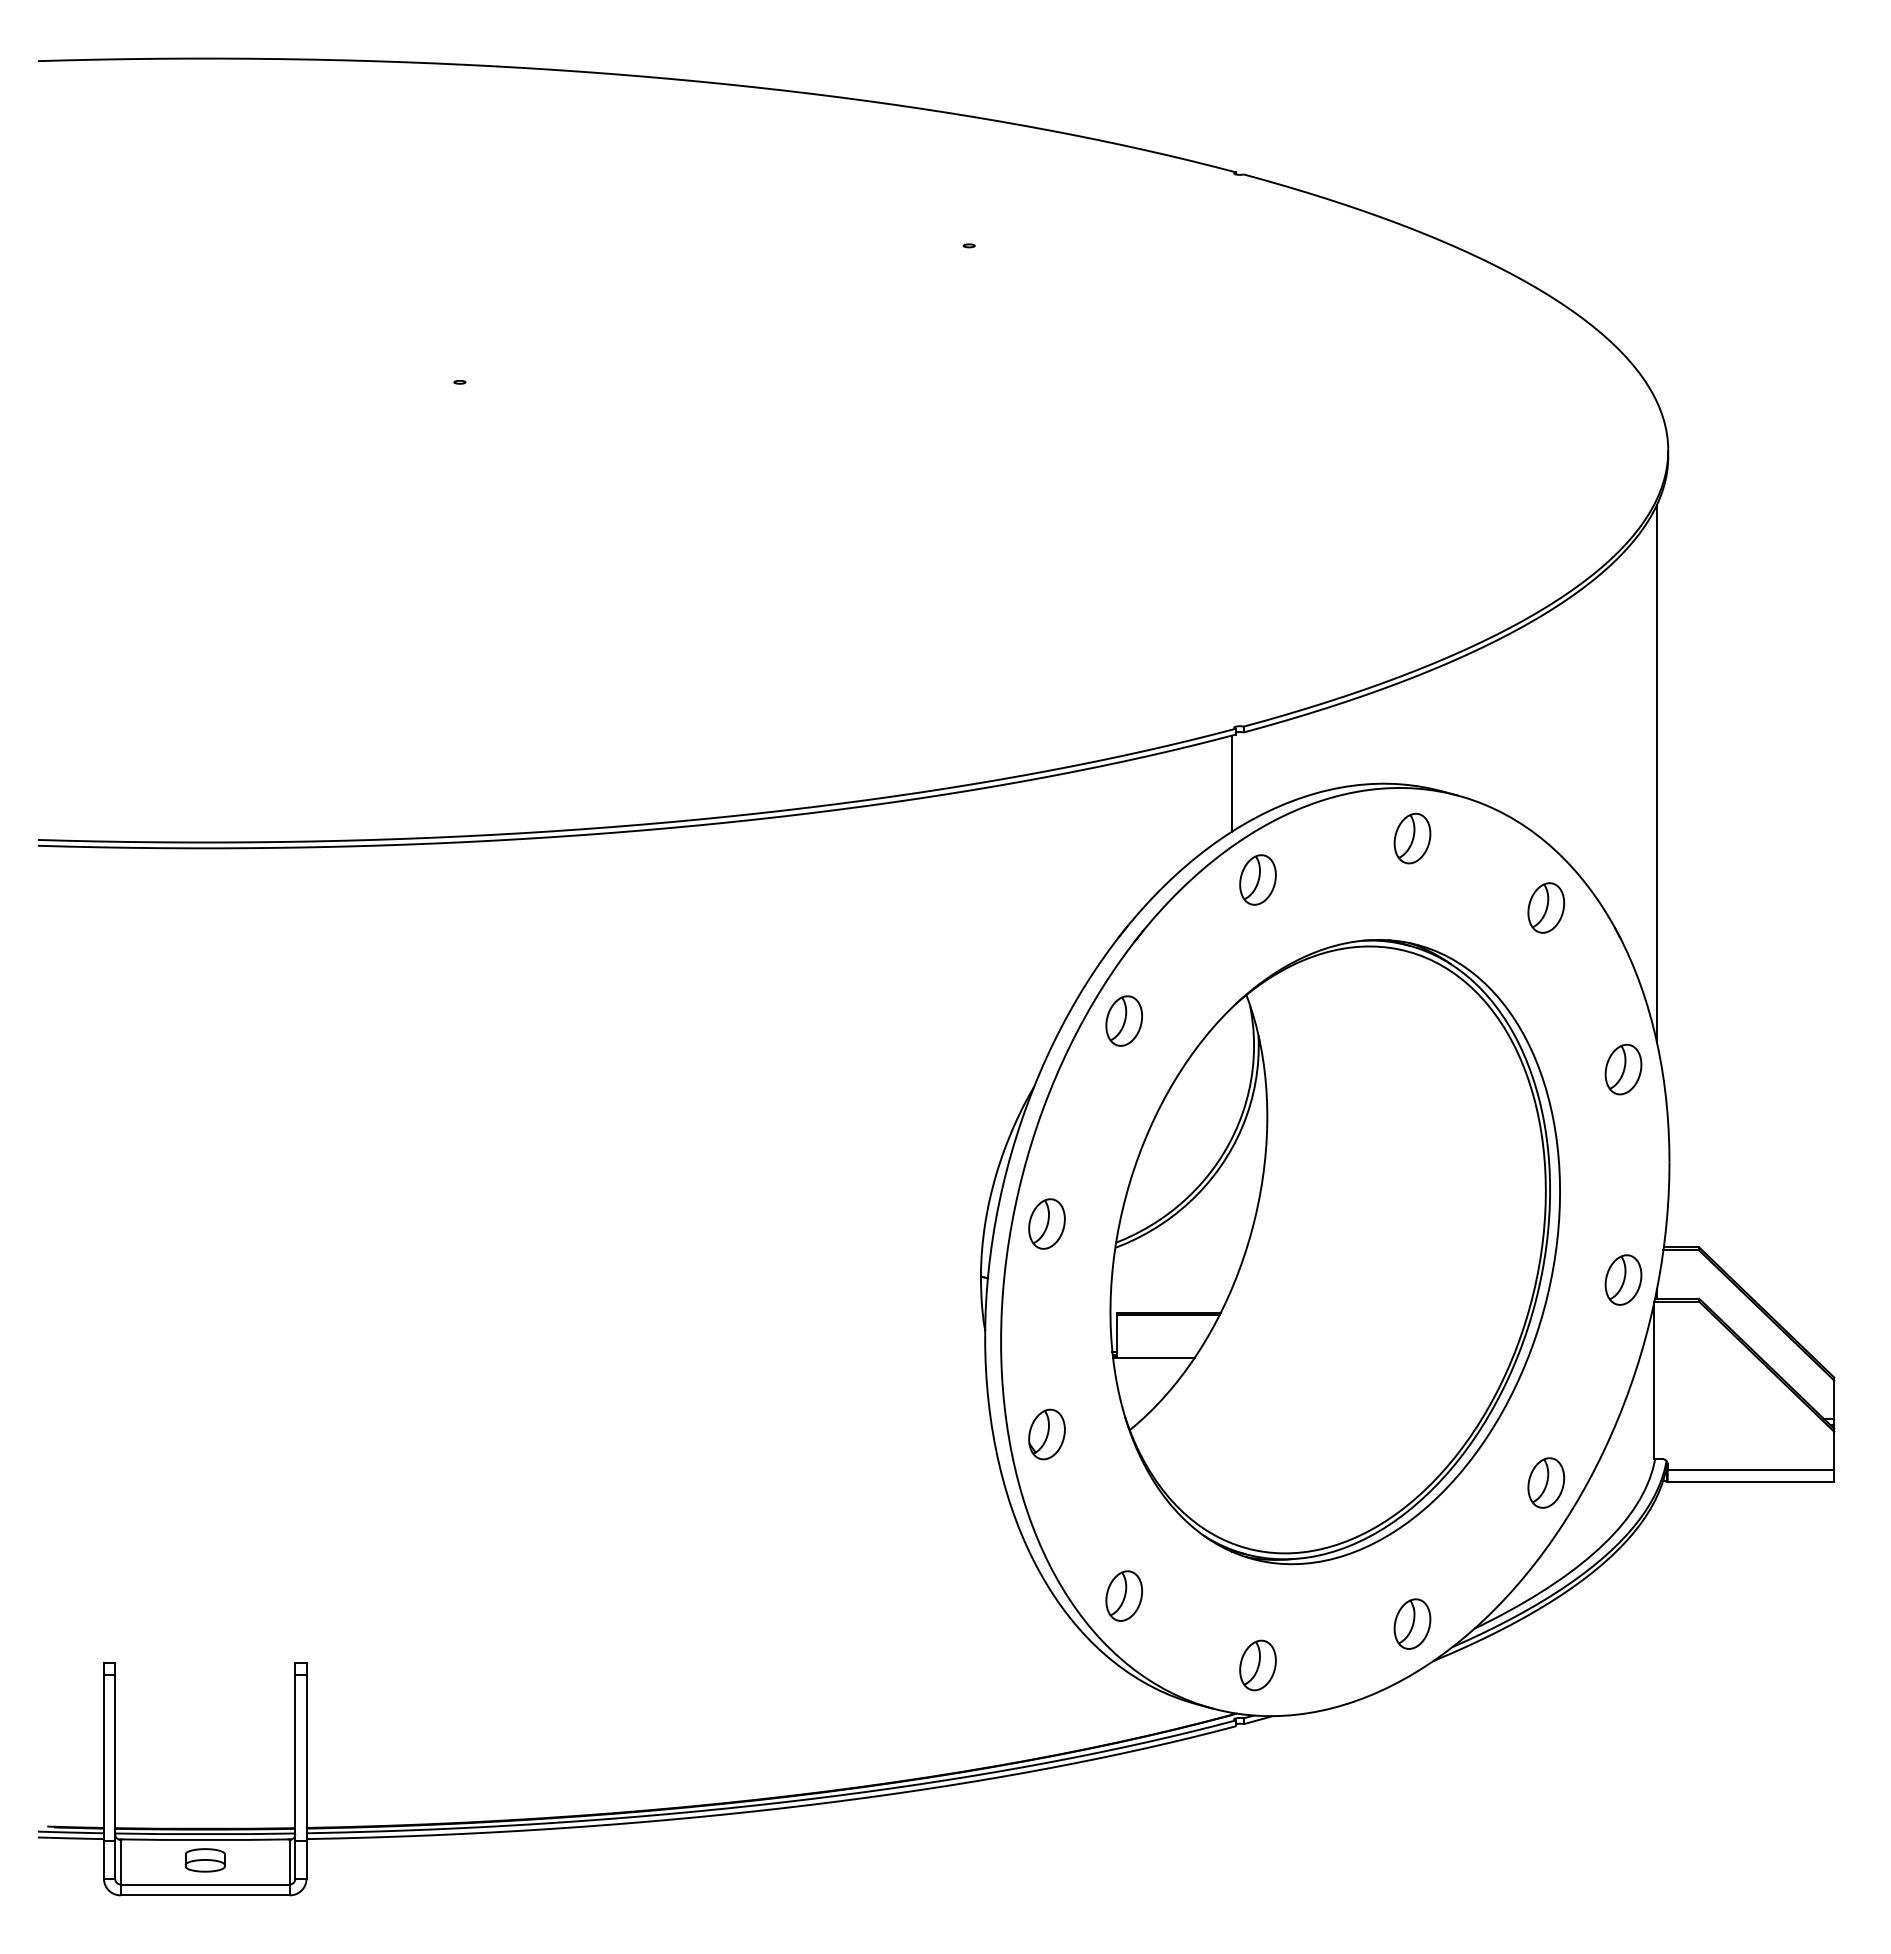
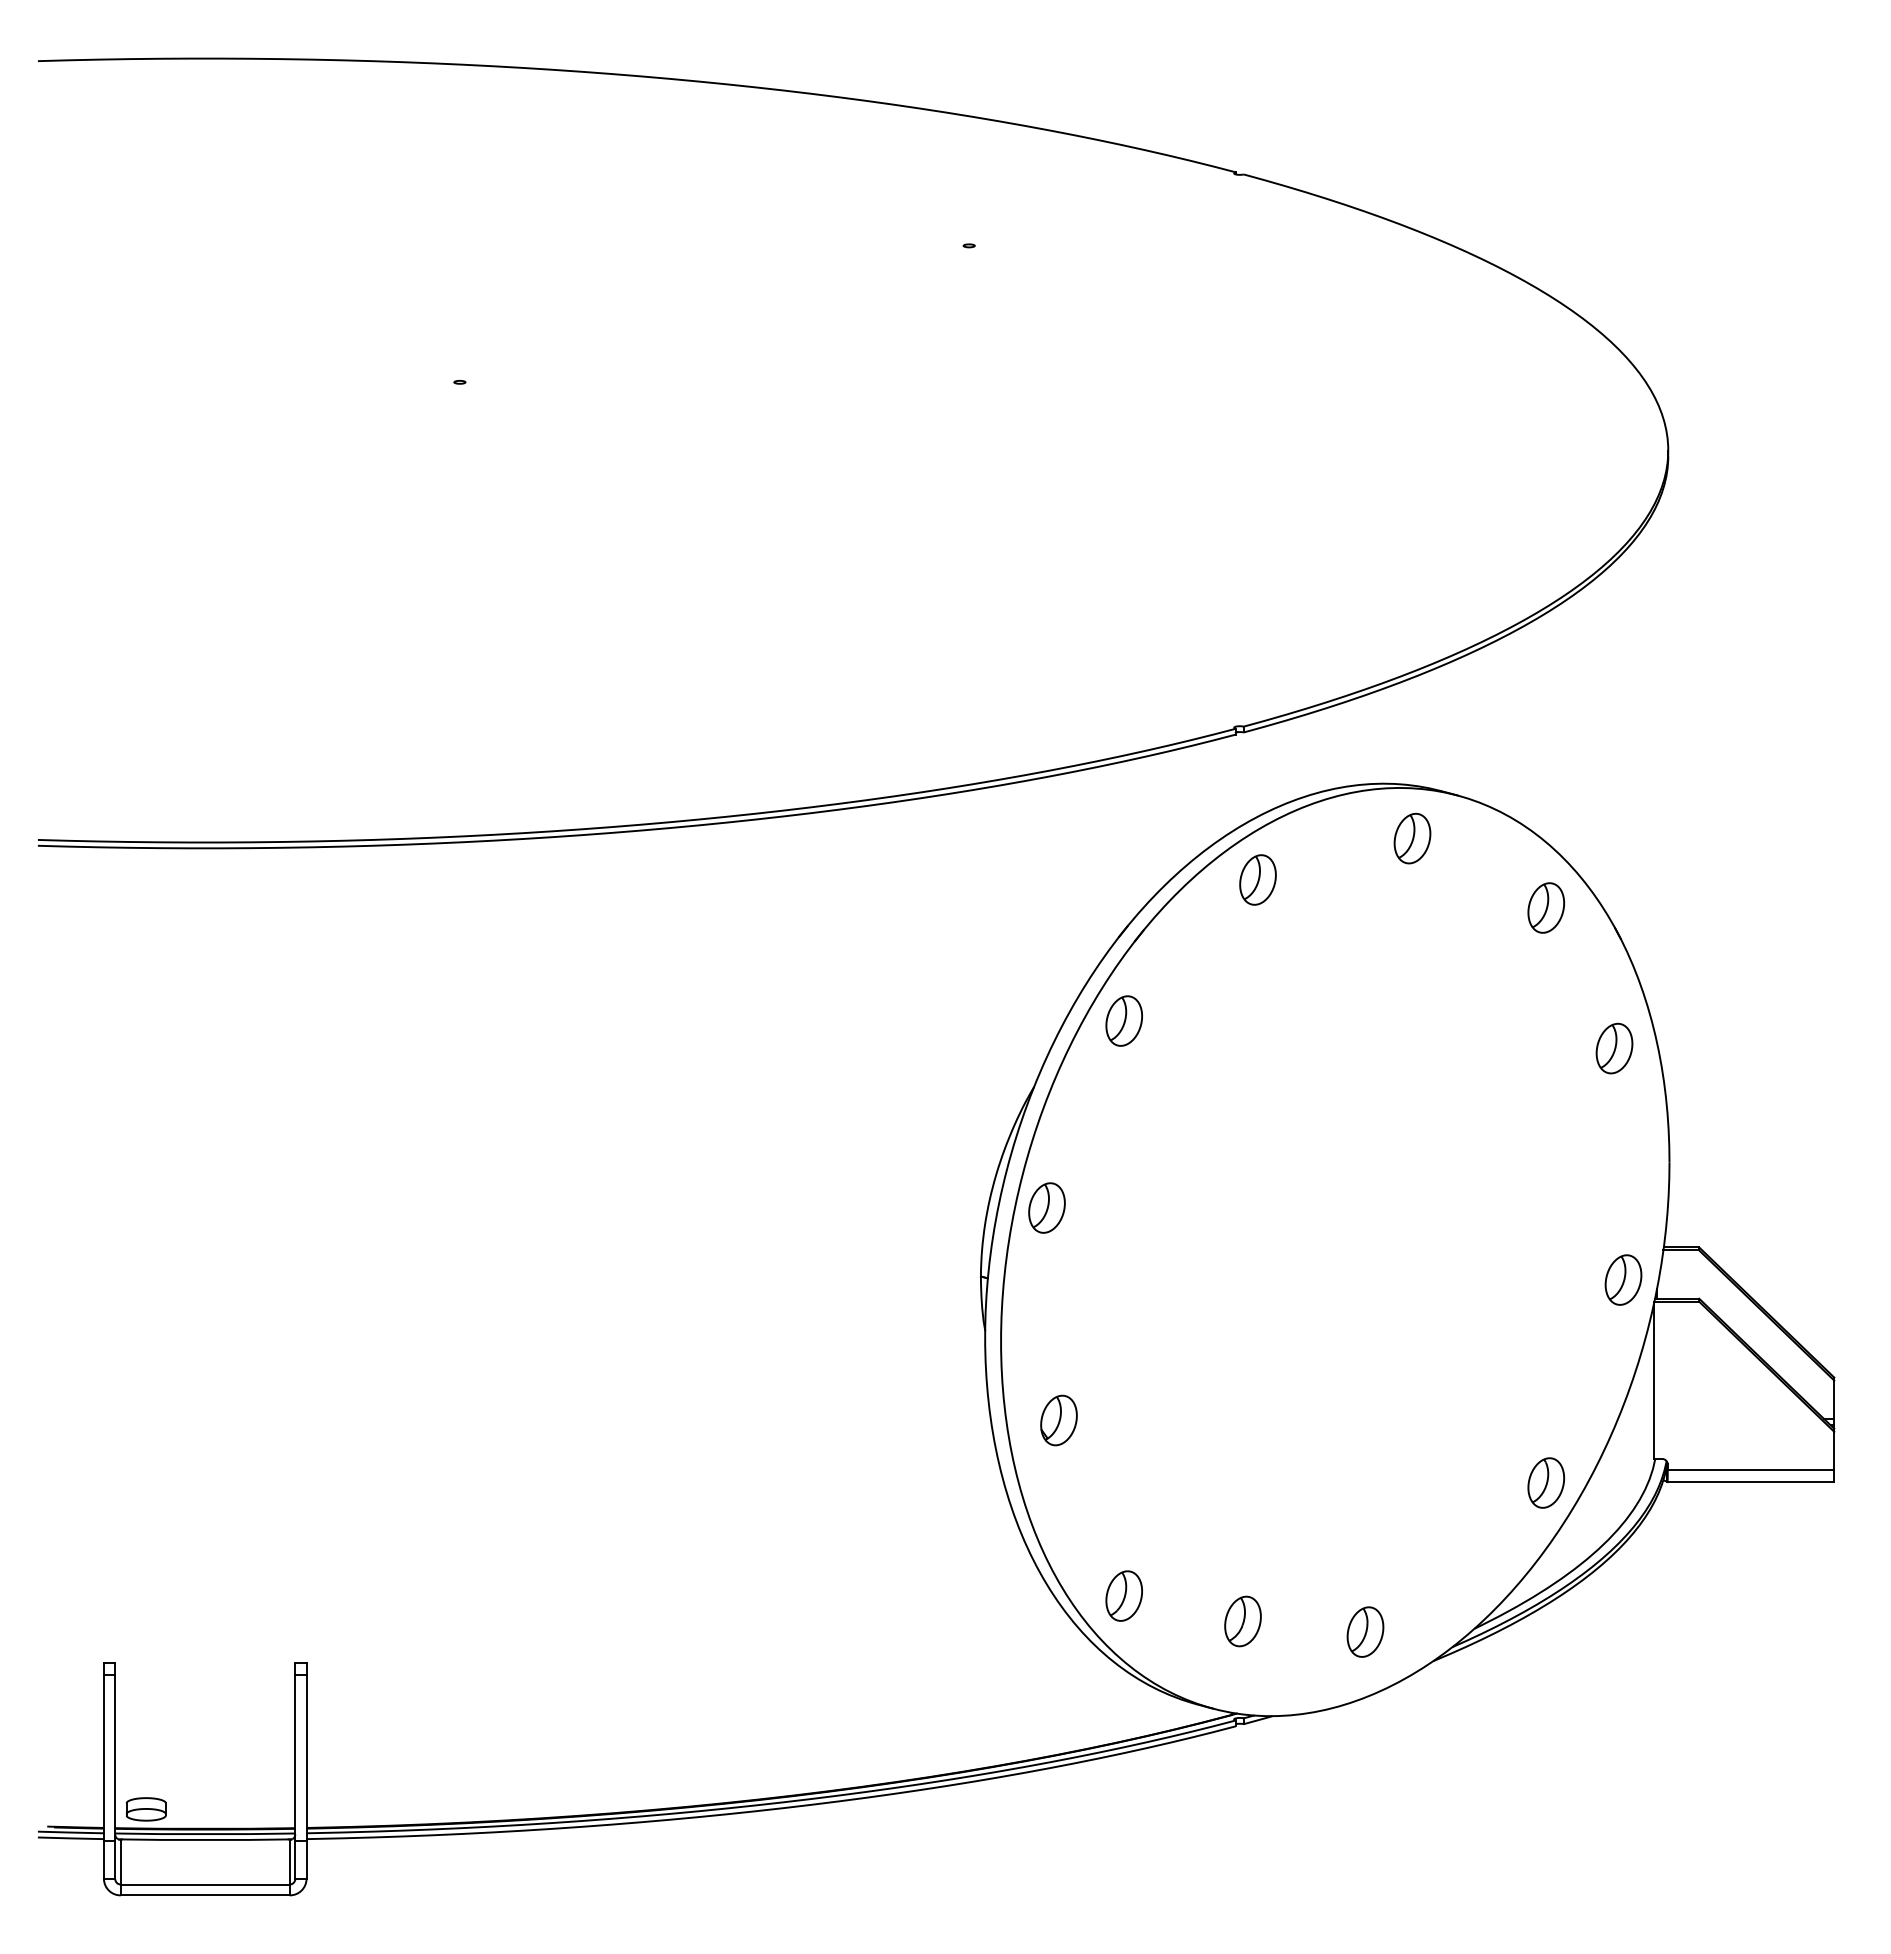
line at (1657, 773): present -> none
line at (1231, 783): present -> none
part at (1623, 1069) position: (1623, 1069) -> (1614, 1048)
part at (1046, 1223) position: (1046, 1223) -> (1046, 1207)
part at (1334, 1252): present -> none
part at (1046, 1434) position: (1046, 1434) -> (1058, 1420)
part at (1412, 1623) position: (1412, 1623) -> (1365, 1631)
part at (1257, 1665) position: (1257, 1665) -> (1242, 1621)
part at (204, 1860) position: (204, 1860) -> (145, 1809)
